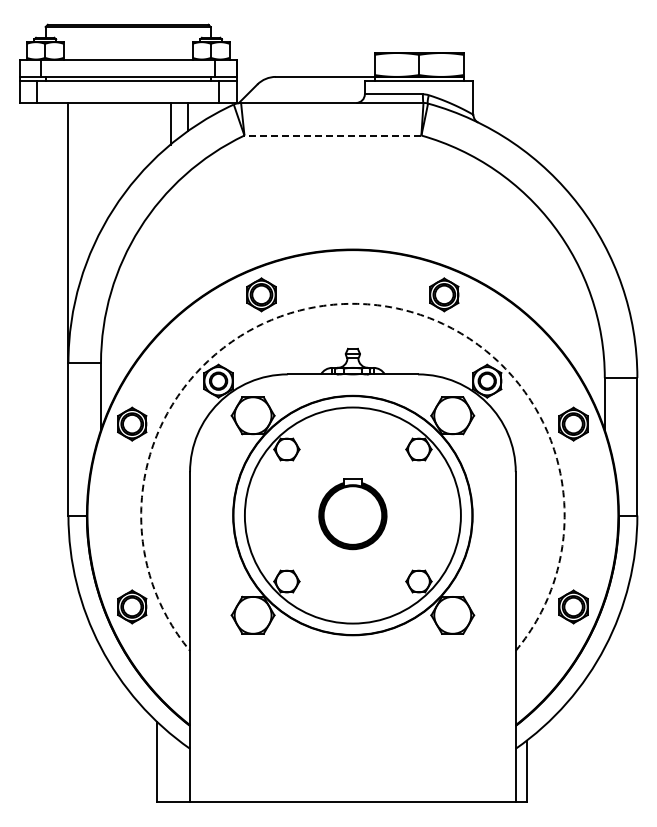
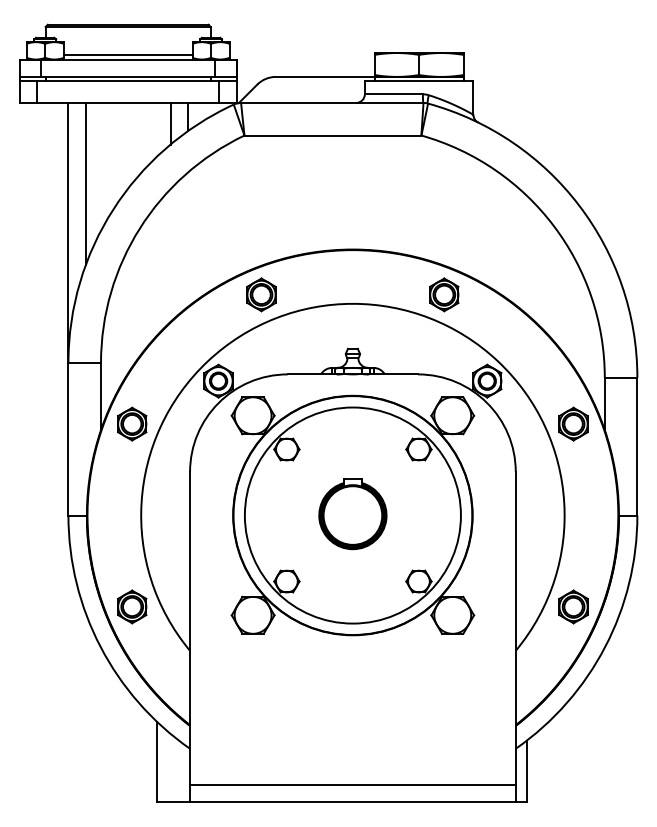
line at (127, 55): none -> present
line at (332, 135): dashed -> solid
line at (85, 183): none -> present
arc at (352, 303): dashed -> solid
line at (352, 784): none -> present
